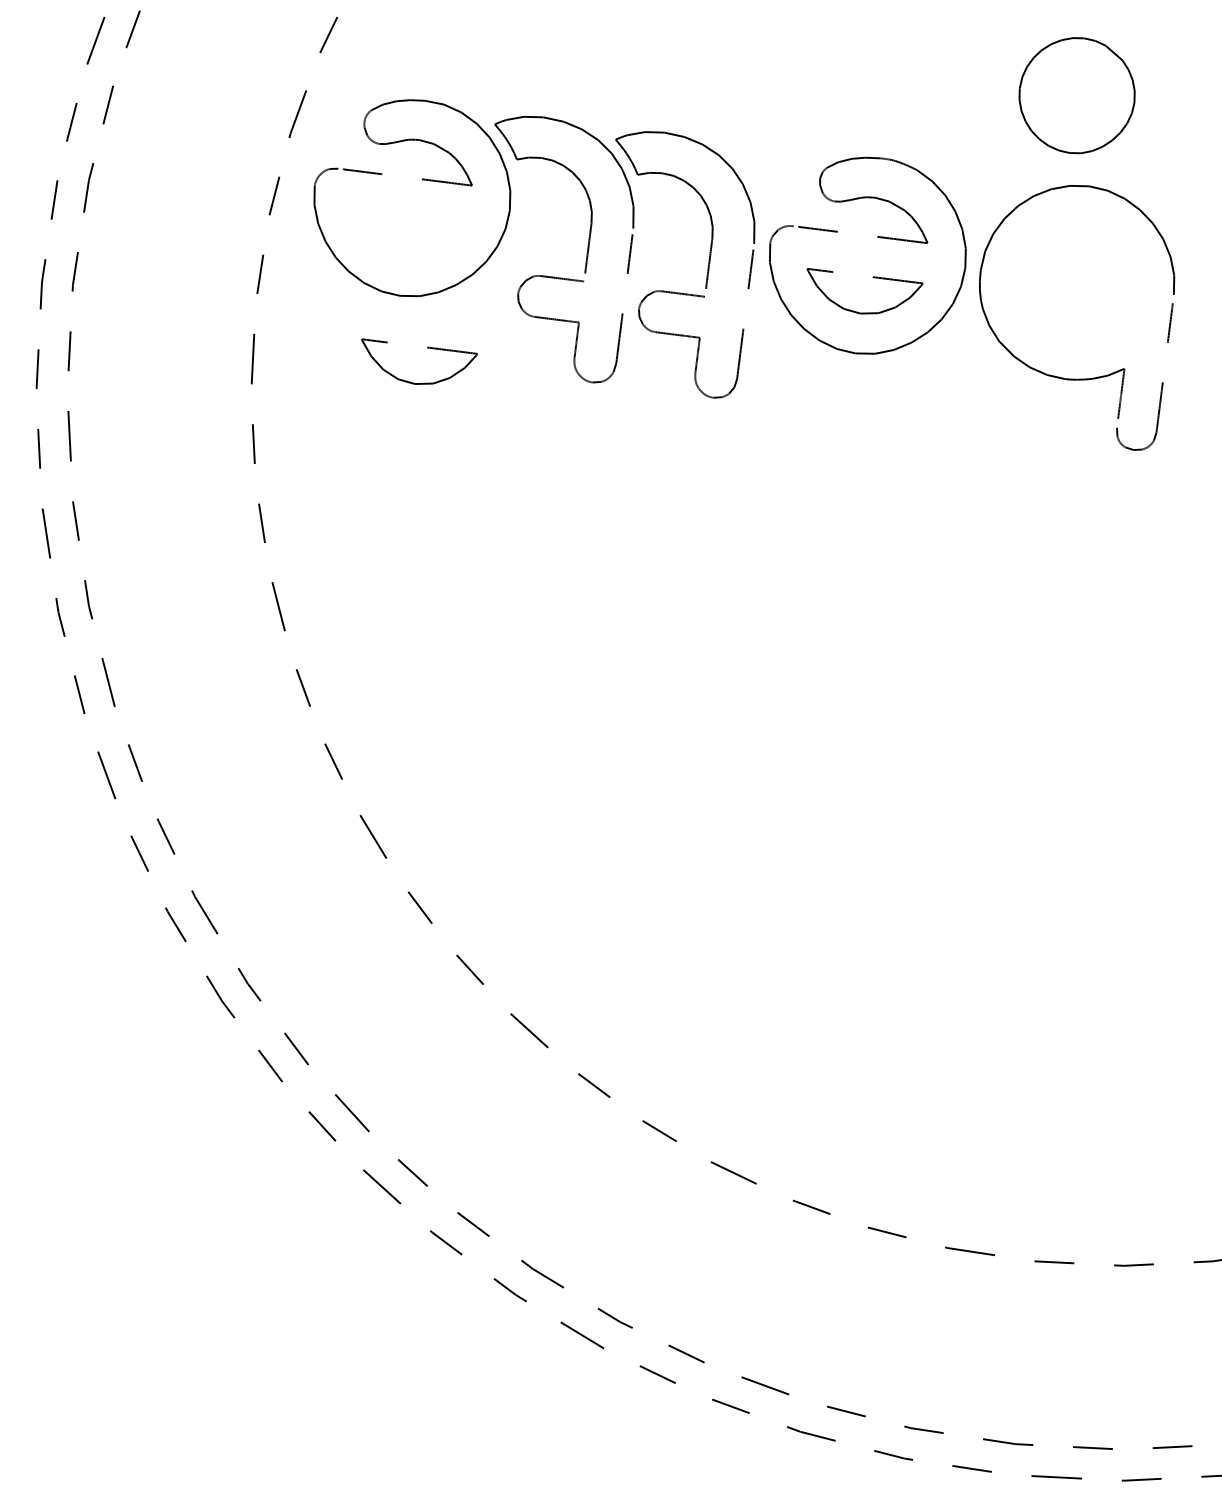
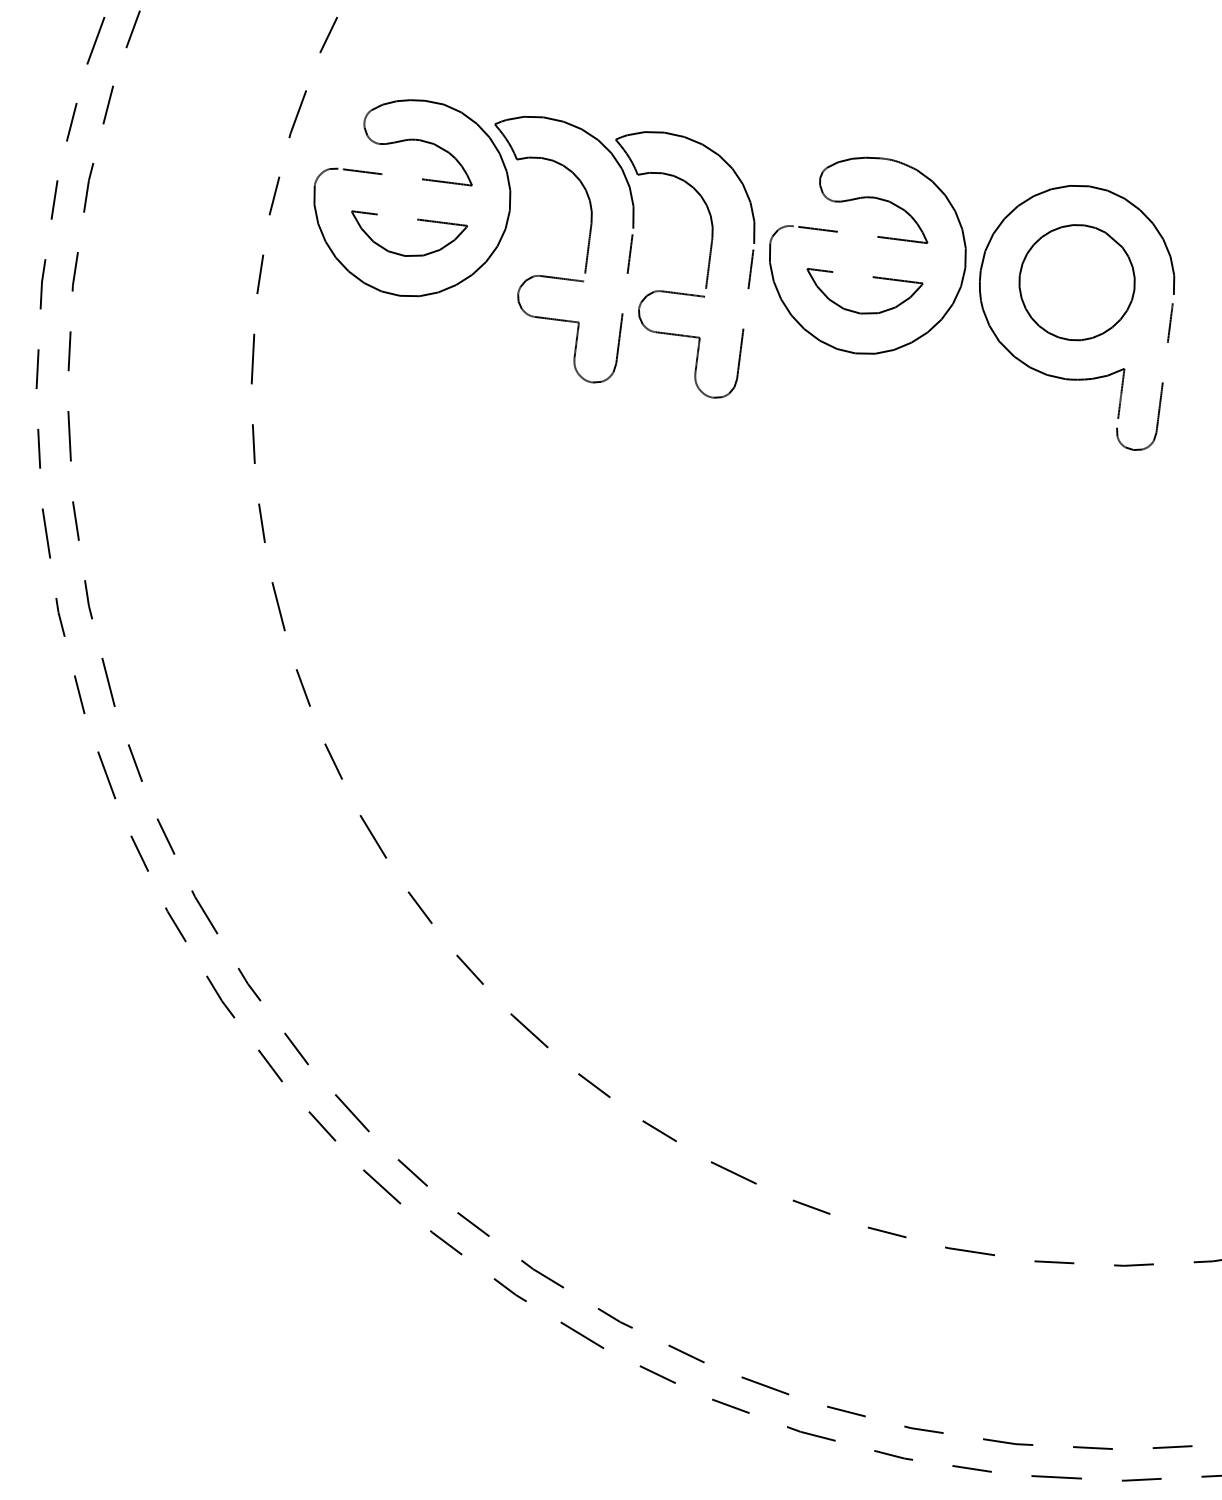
part at (1076, 95) position: (1076, 95) -> (1076, 282)
part at (427, 348) position: (427, 348) -> (417, 220)
